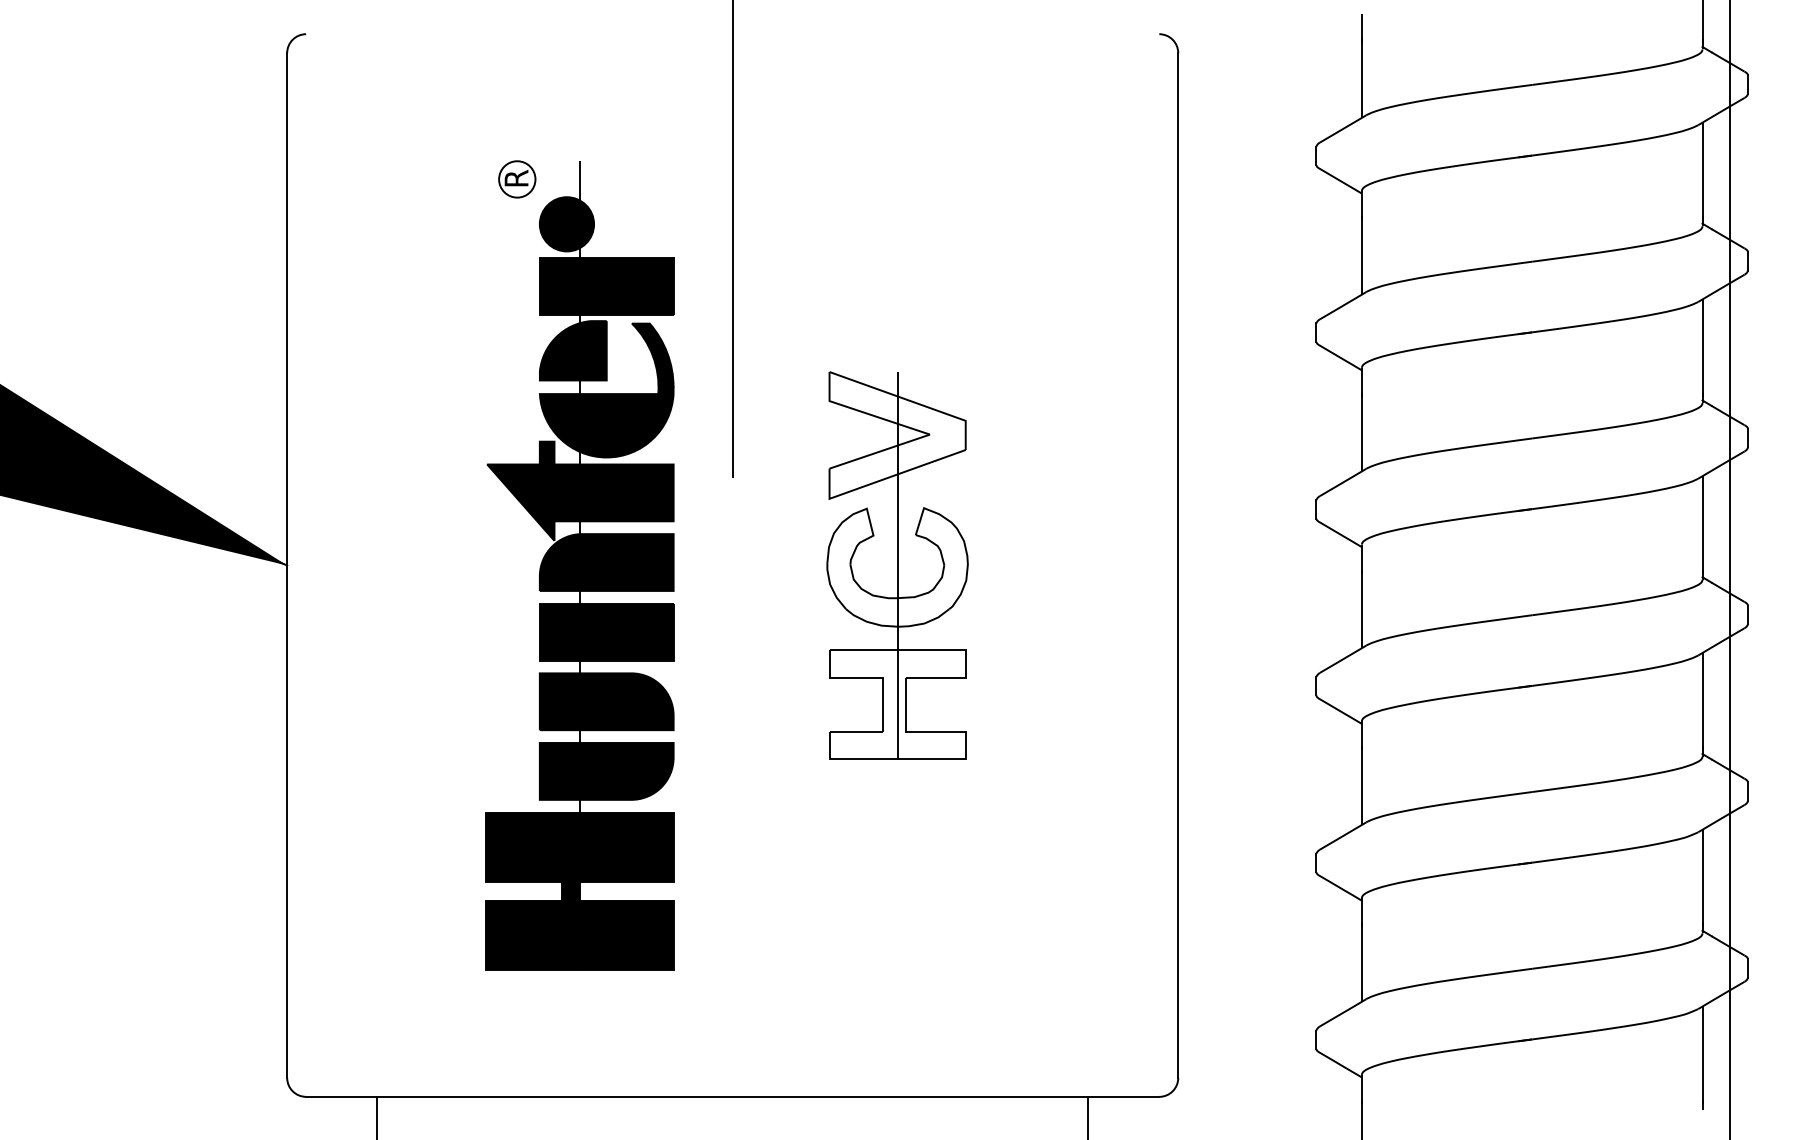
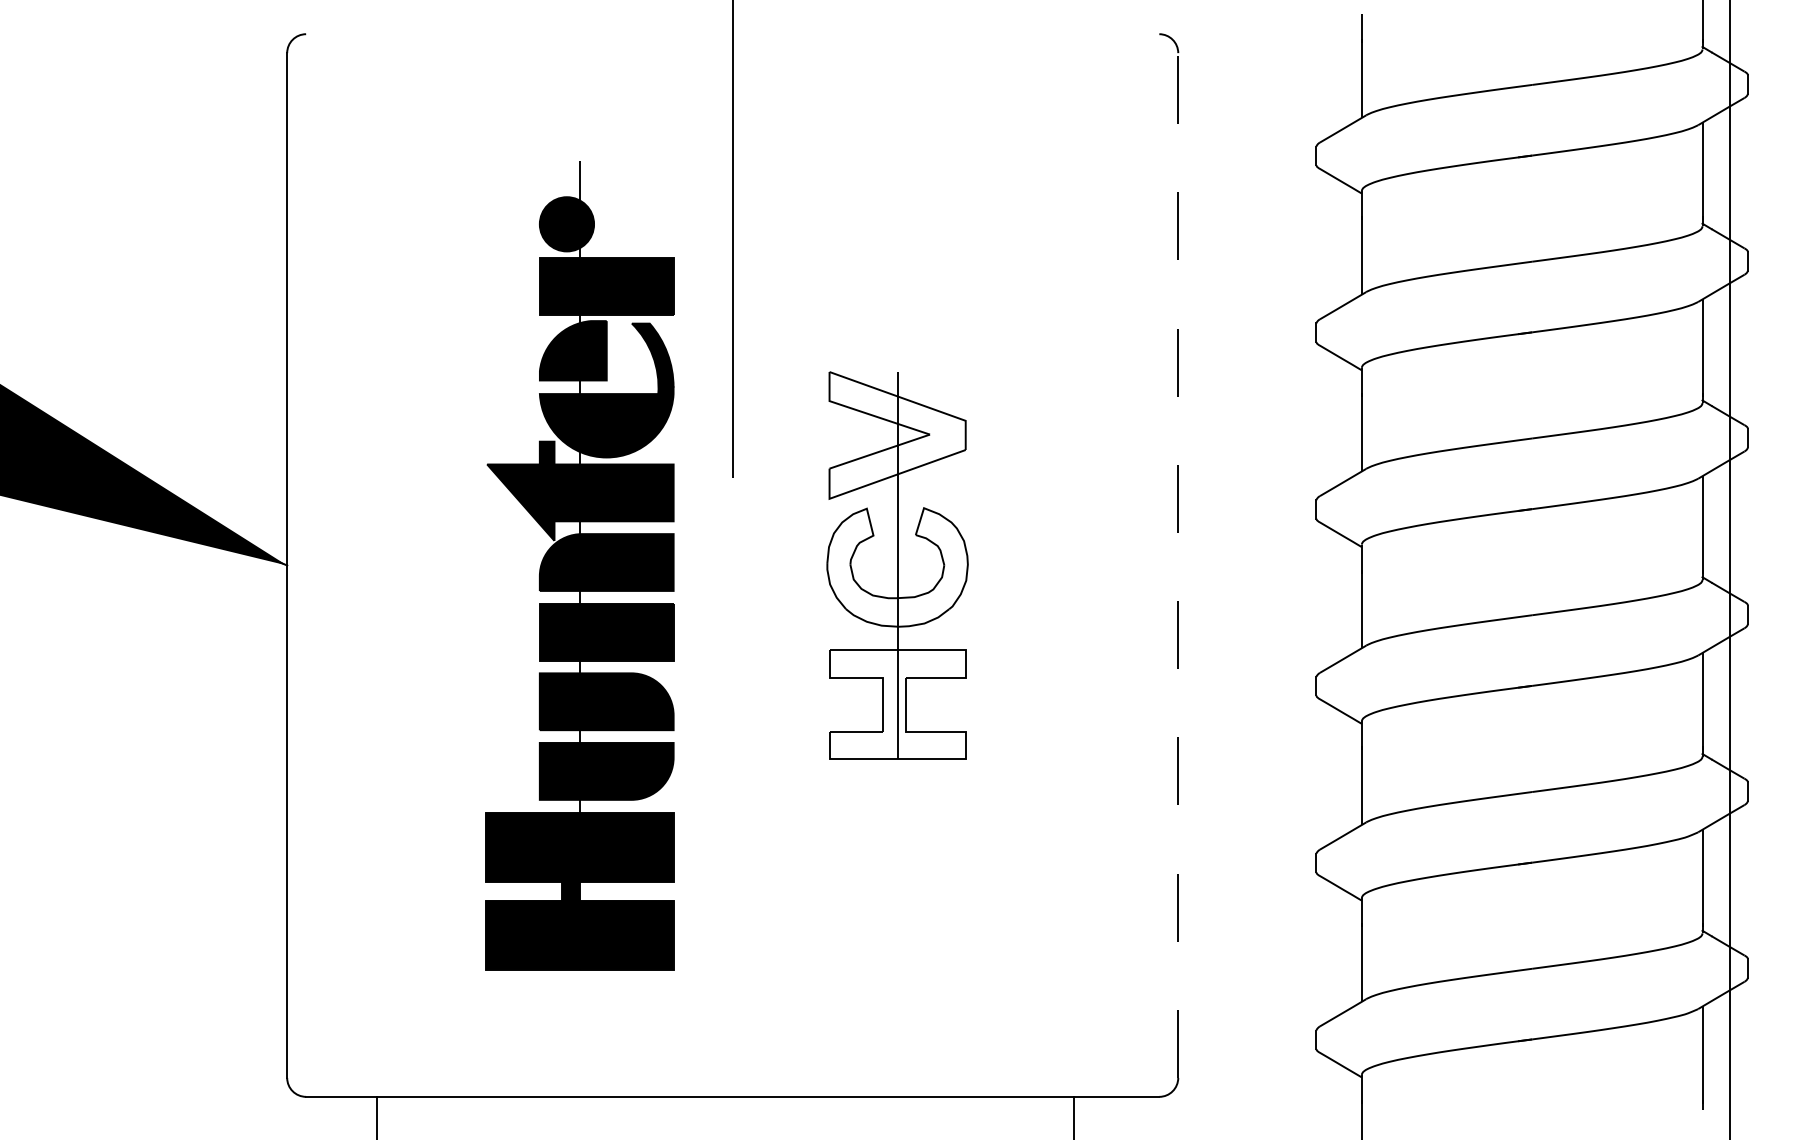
part at (517, 179): present -> none
line at (1178, 565): solid -> dashed
line at (1088, 1116) position: (1088, 1116) -> (1074, 1116)
